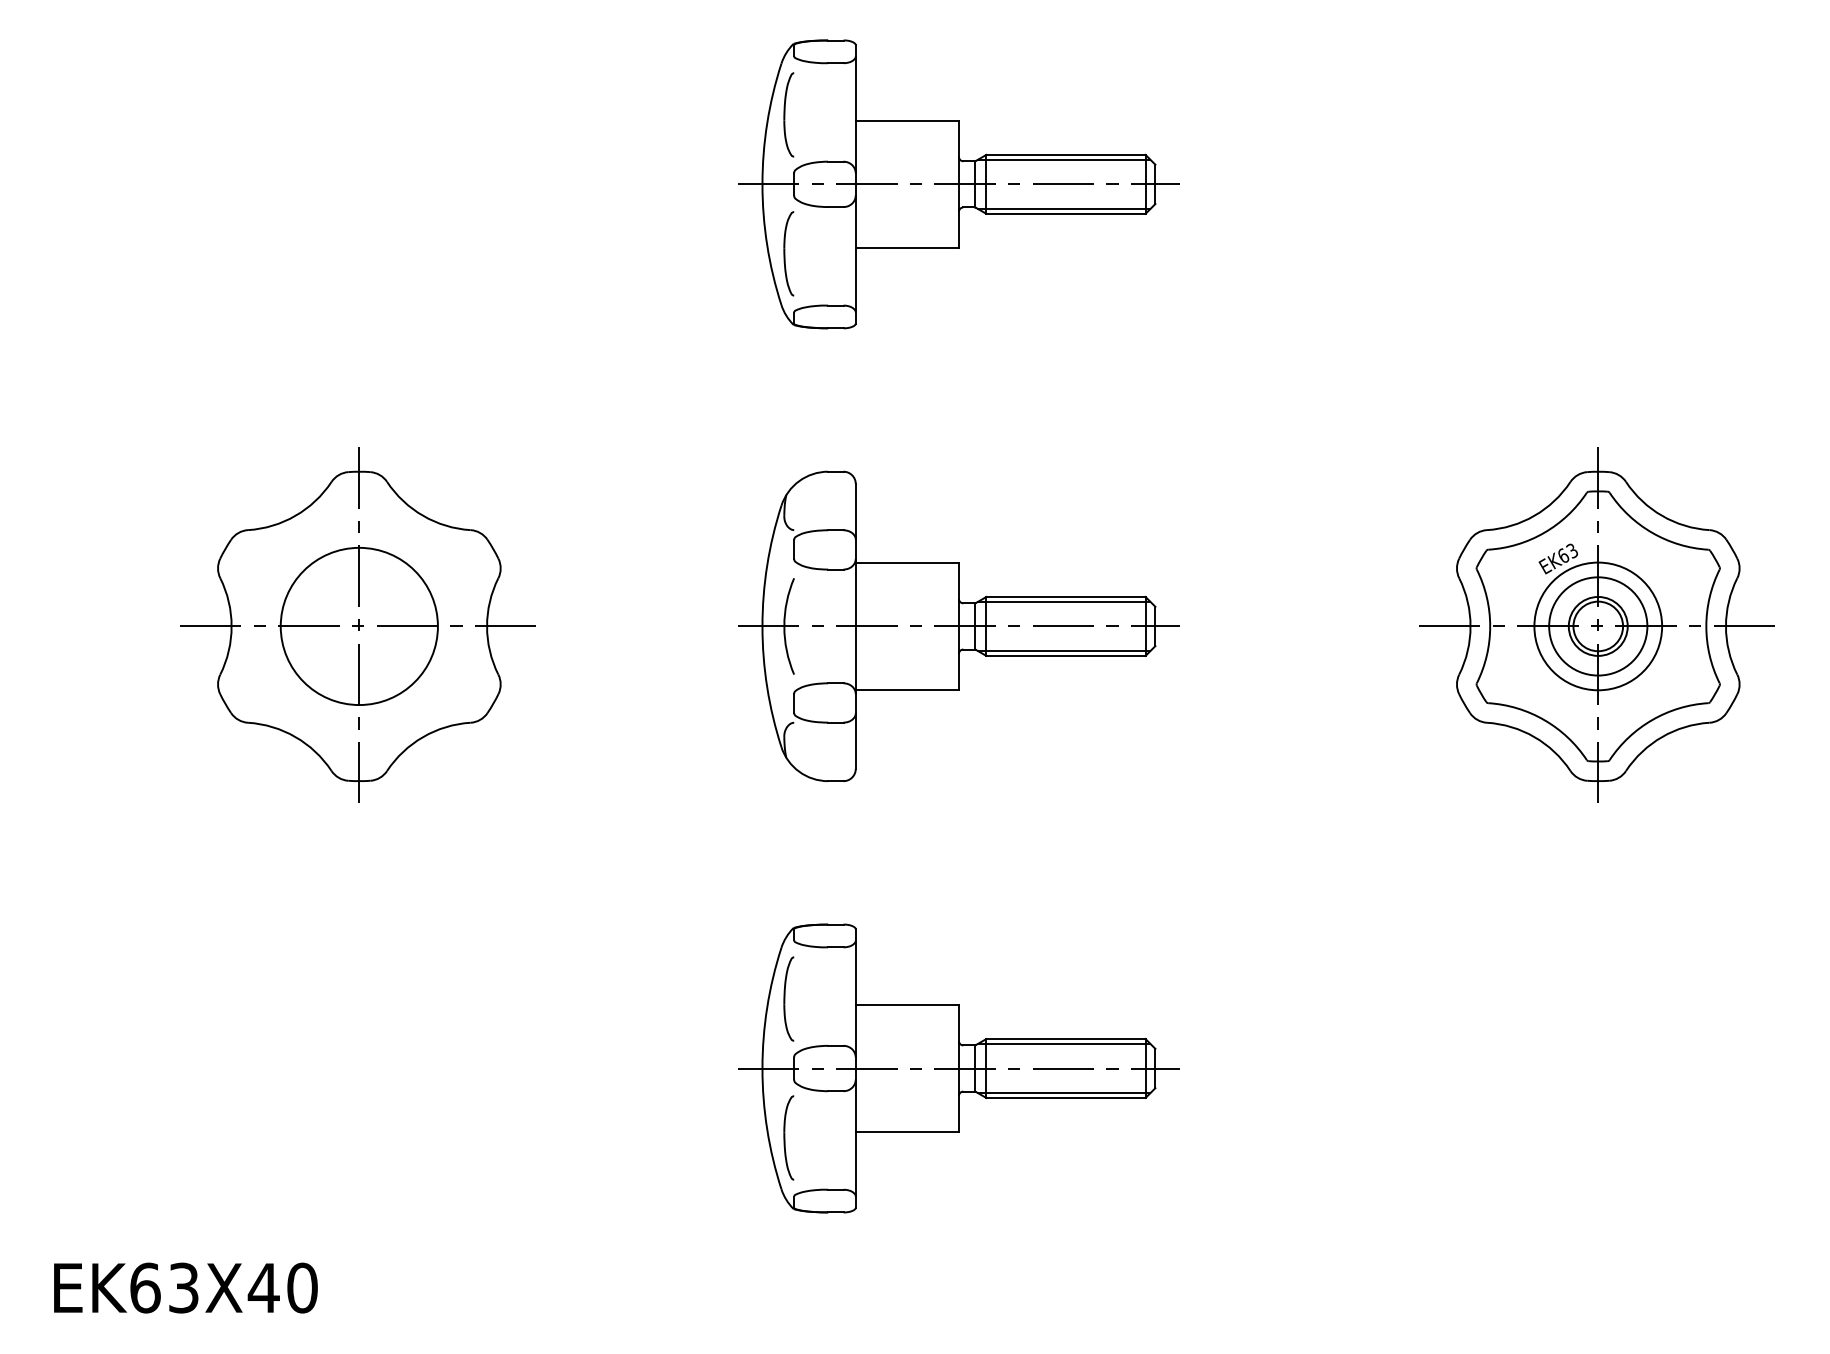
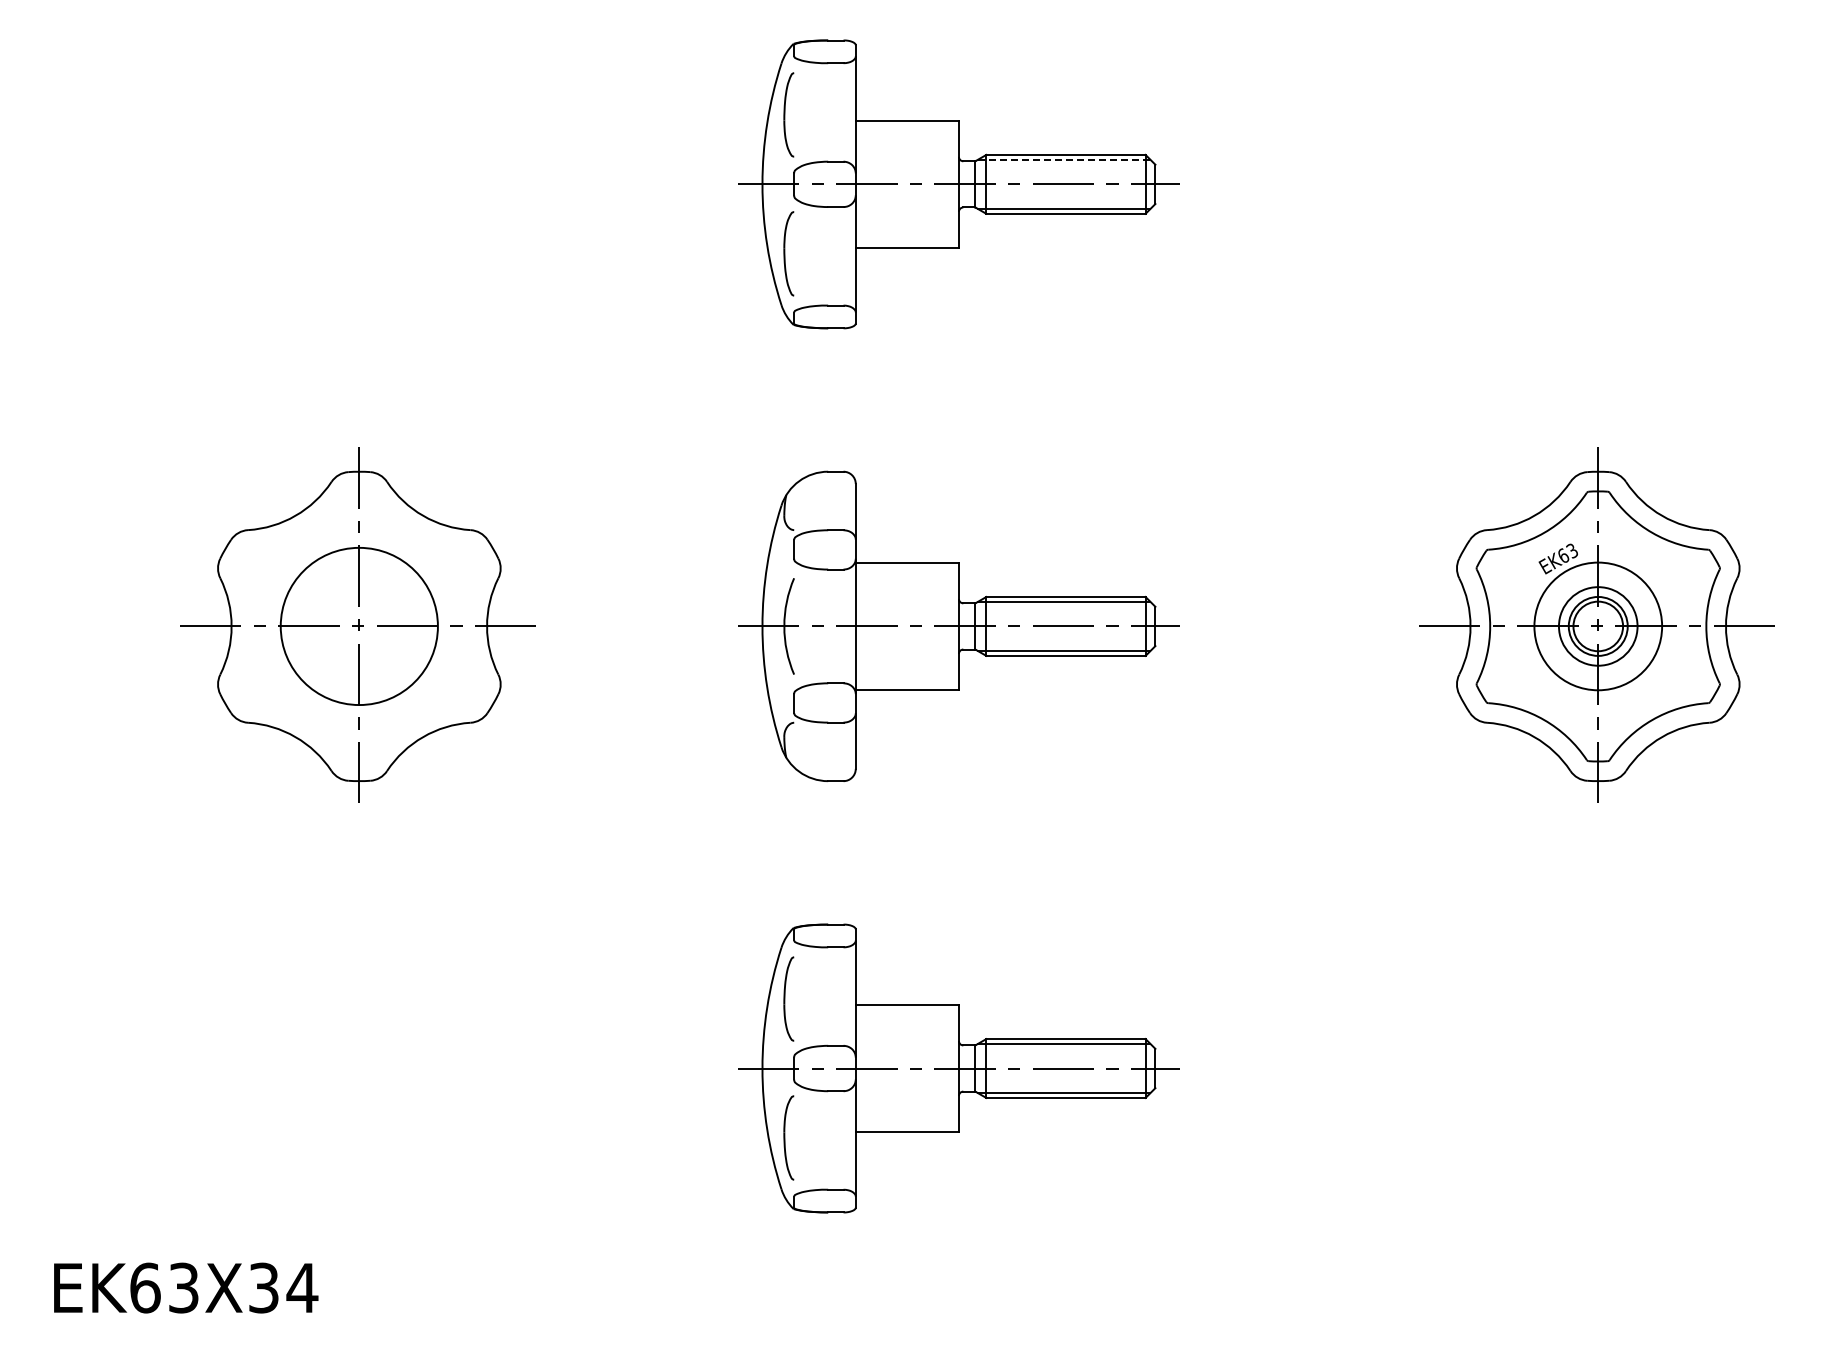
line at (1064, 159): solid -> dashed
circle at (1598, 626) diameter: 98 px -> 79 px
text at (282, 1287): EK63X40 -> EK63X34
